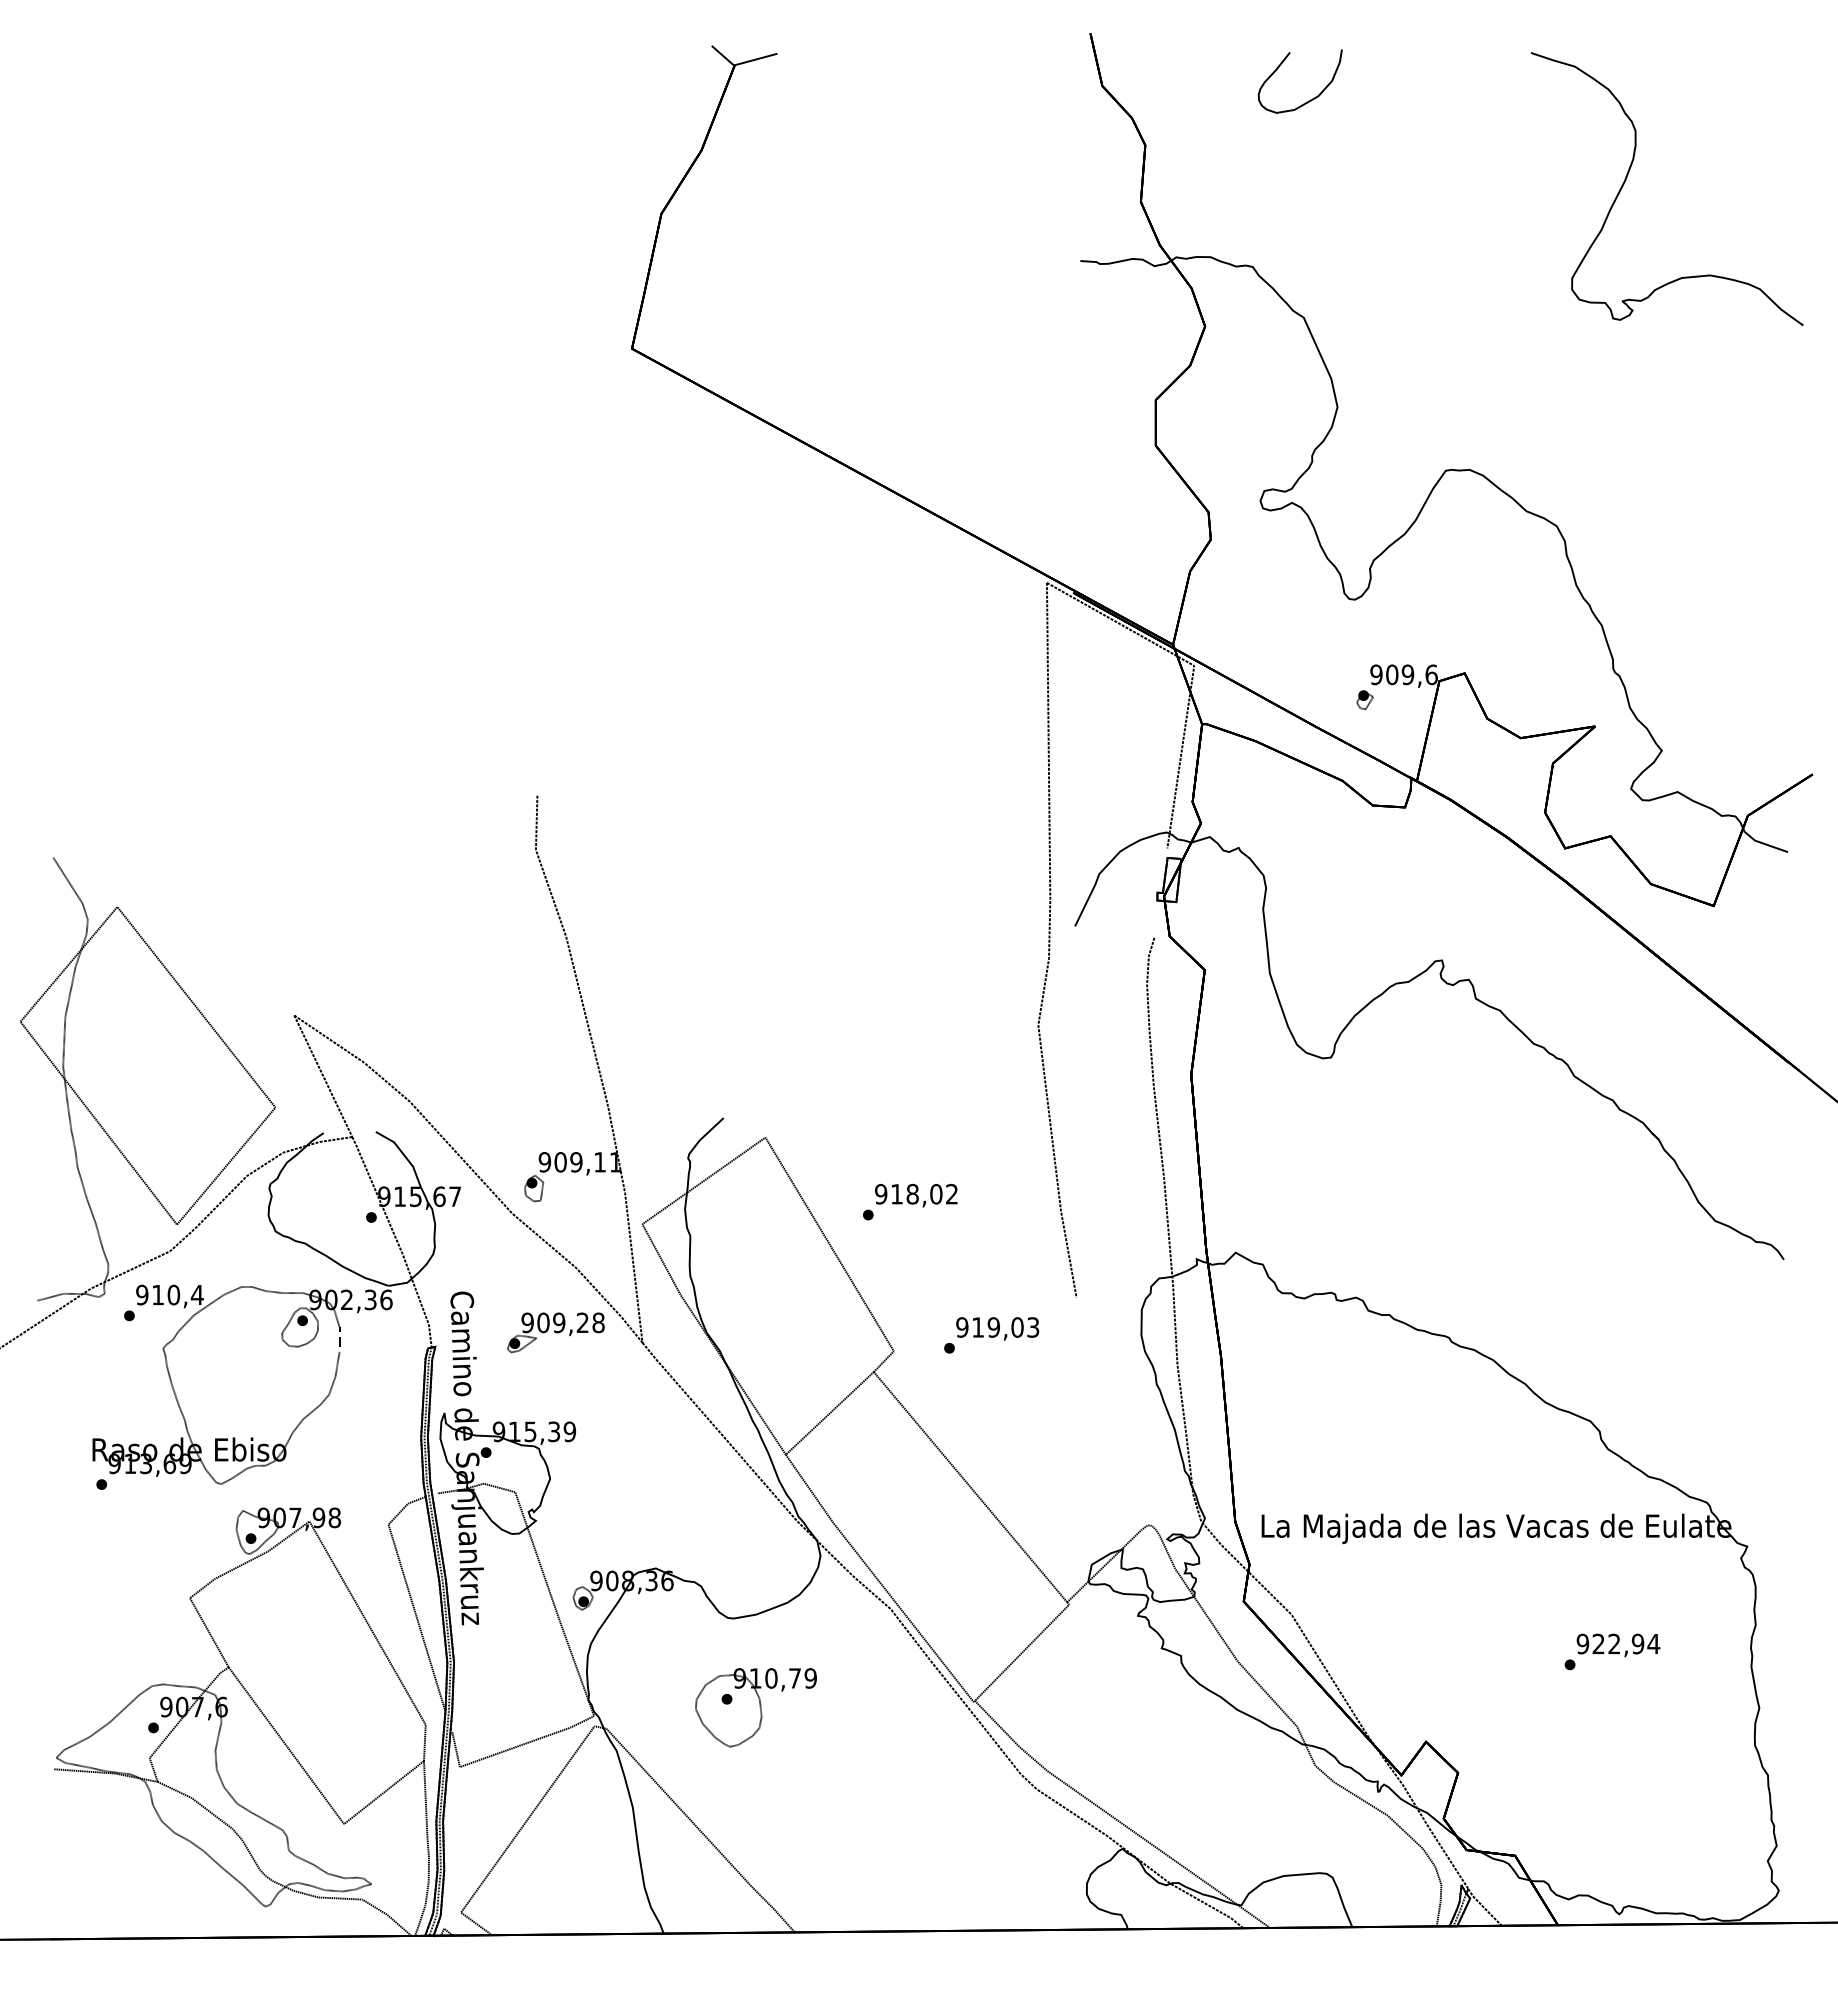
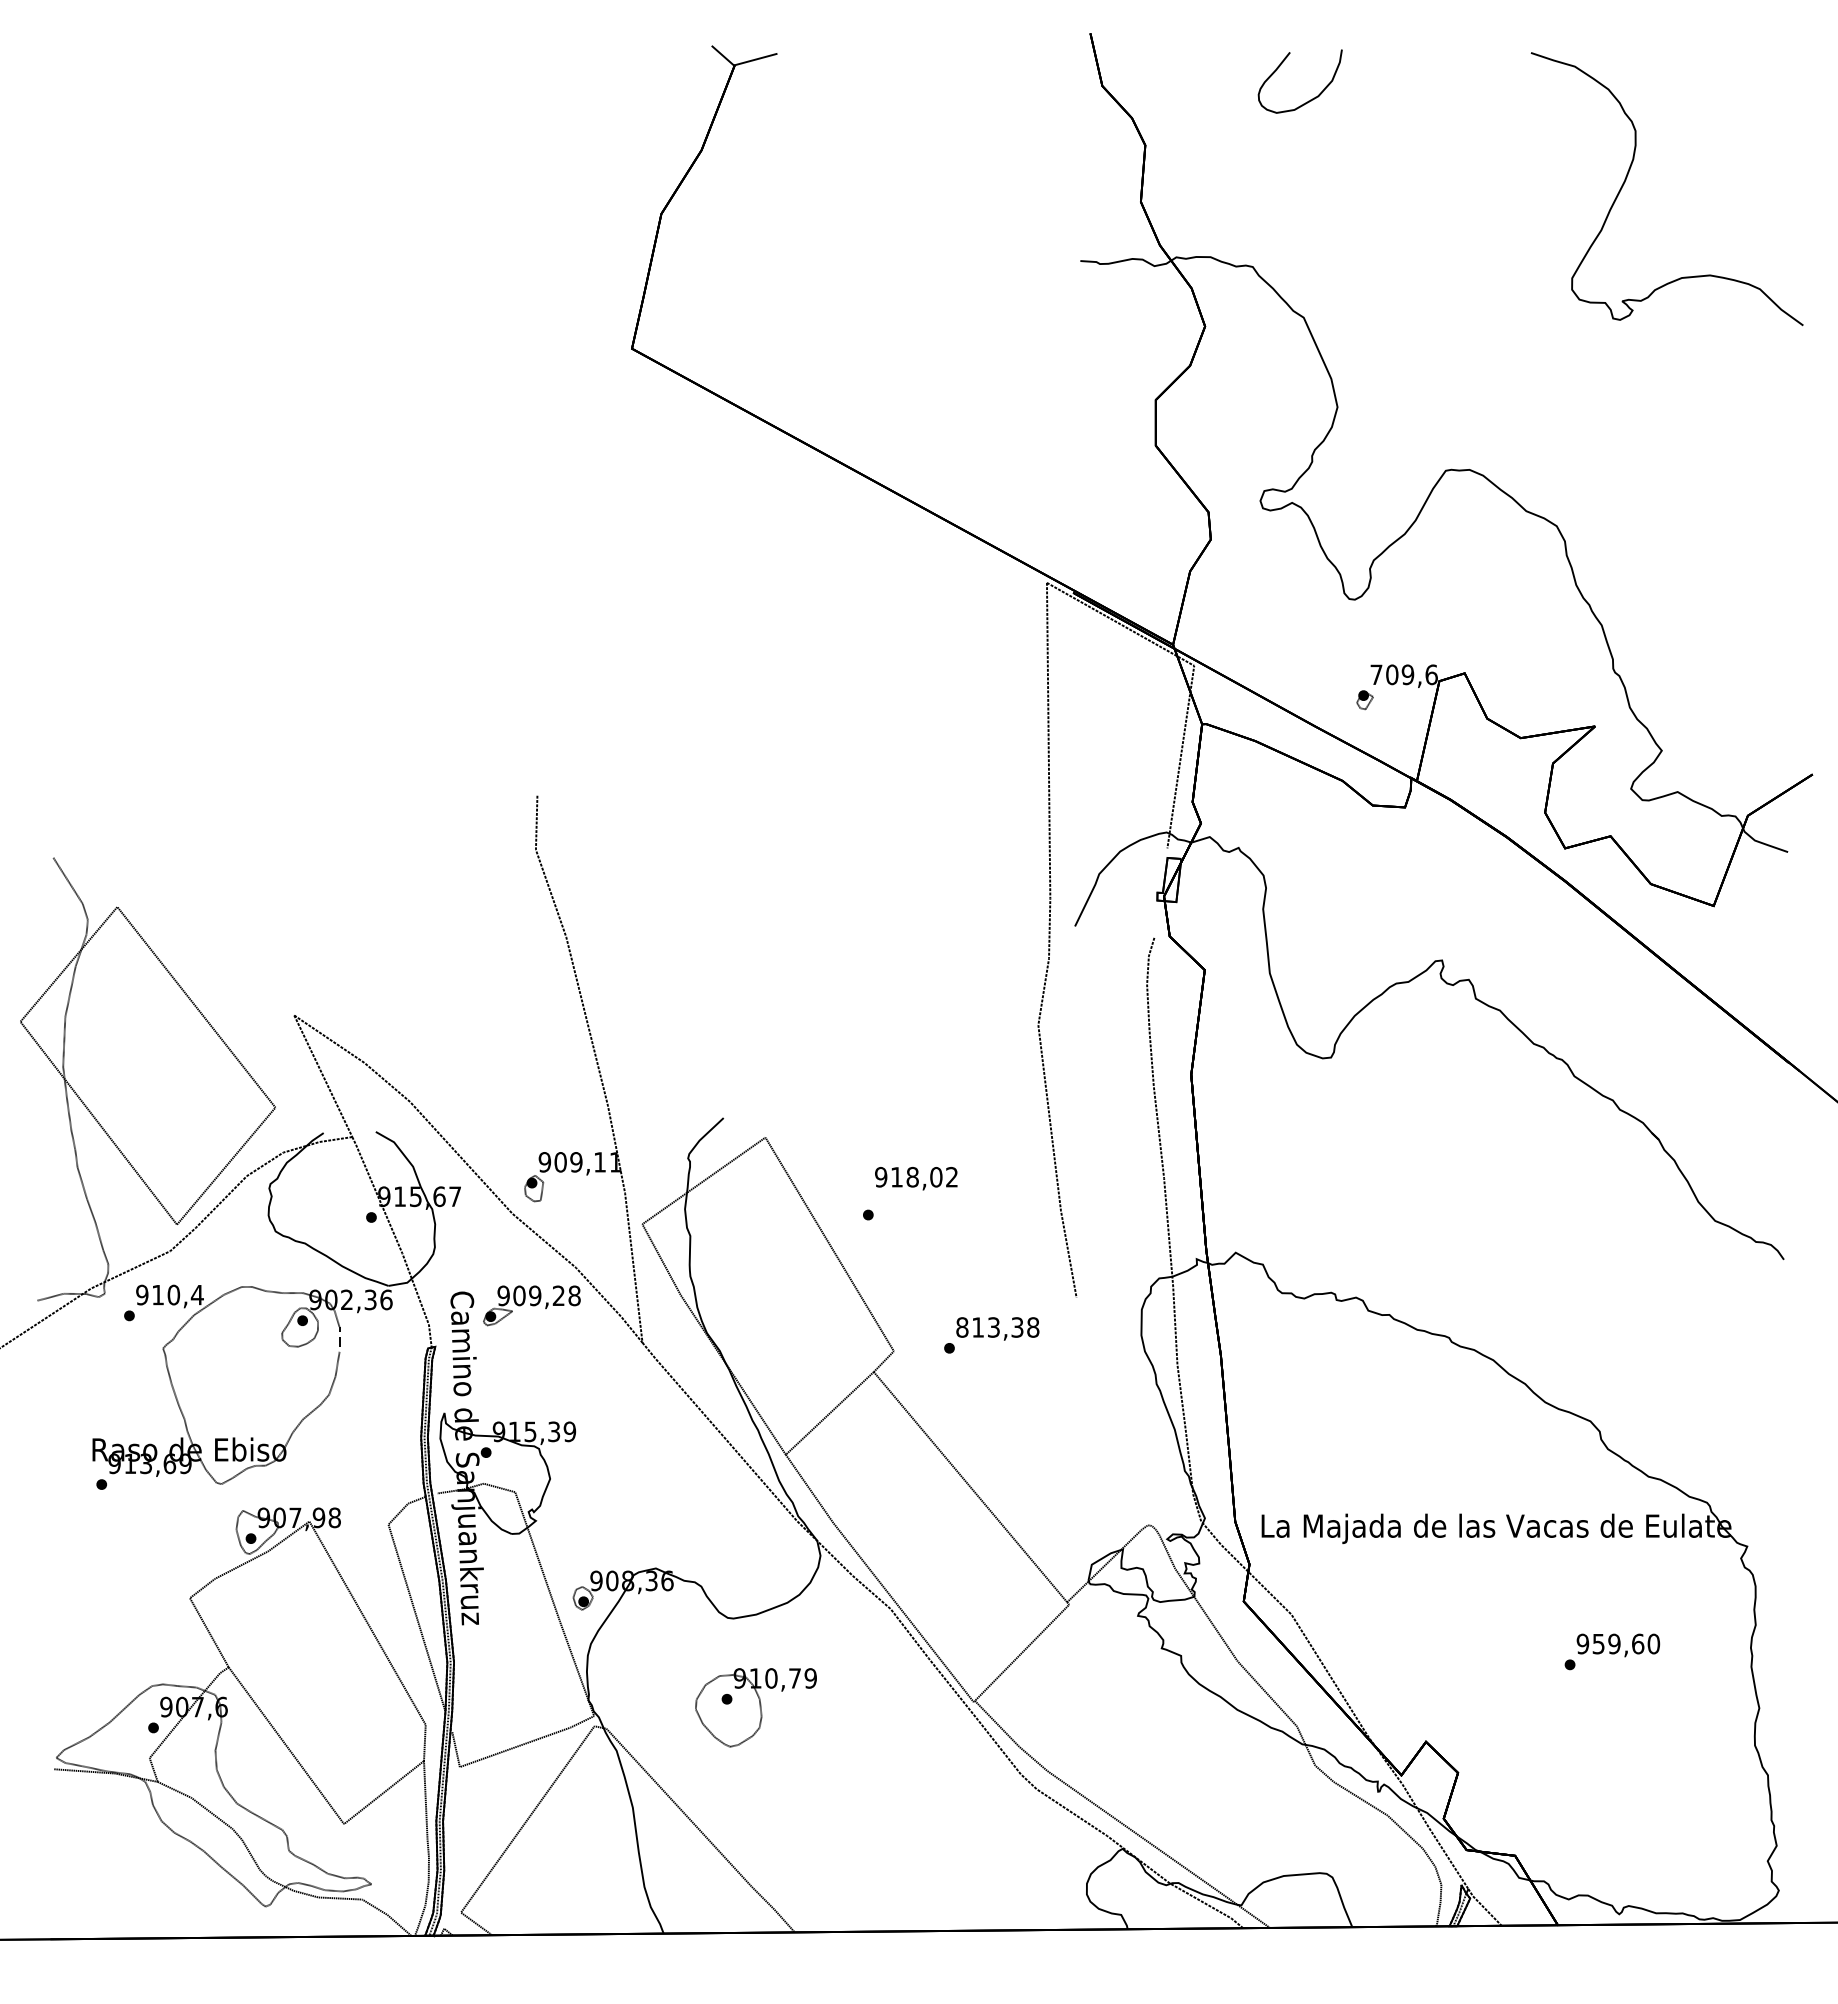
text at (1376, 674): 909,6 -> 709,6
text at (916, 1195) position: (916, 1195) -> (916, 1178)
text at (997, 1327): 919,03 -> 813,38
part at (555, 1332) position: (555, 1332) -> (531, 1305)
text at (1626, 1643): 922,94 -> 959,60
